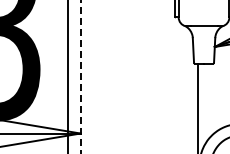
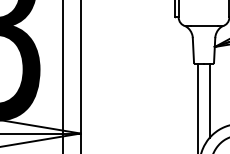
line at (68, 76) position: (68, 76) -> (63, 76)
line at (80, 76): dashed -> solid
line at (209, 100): none -> present
